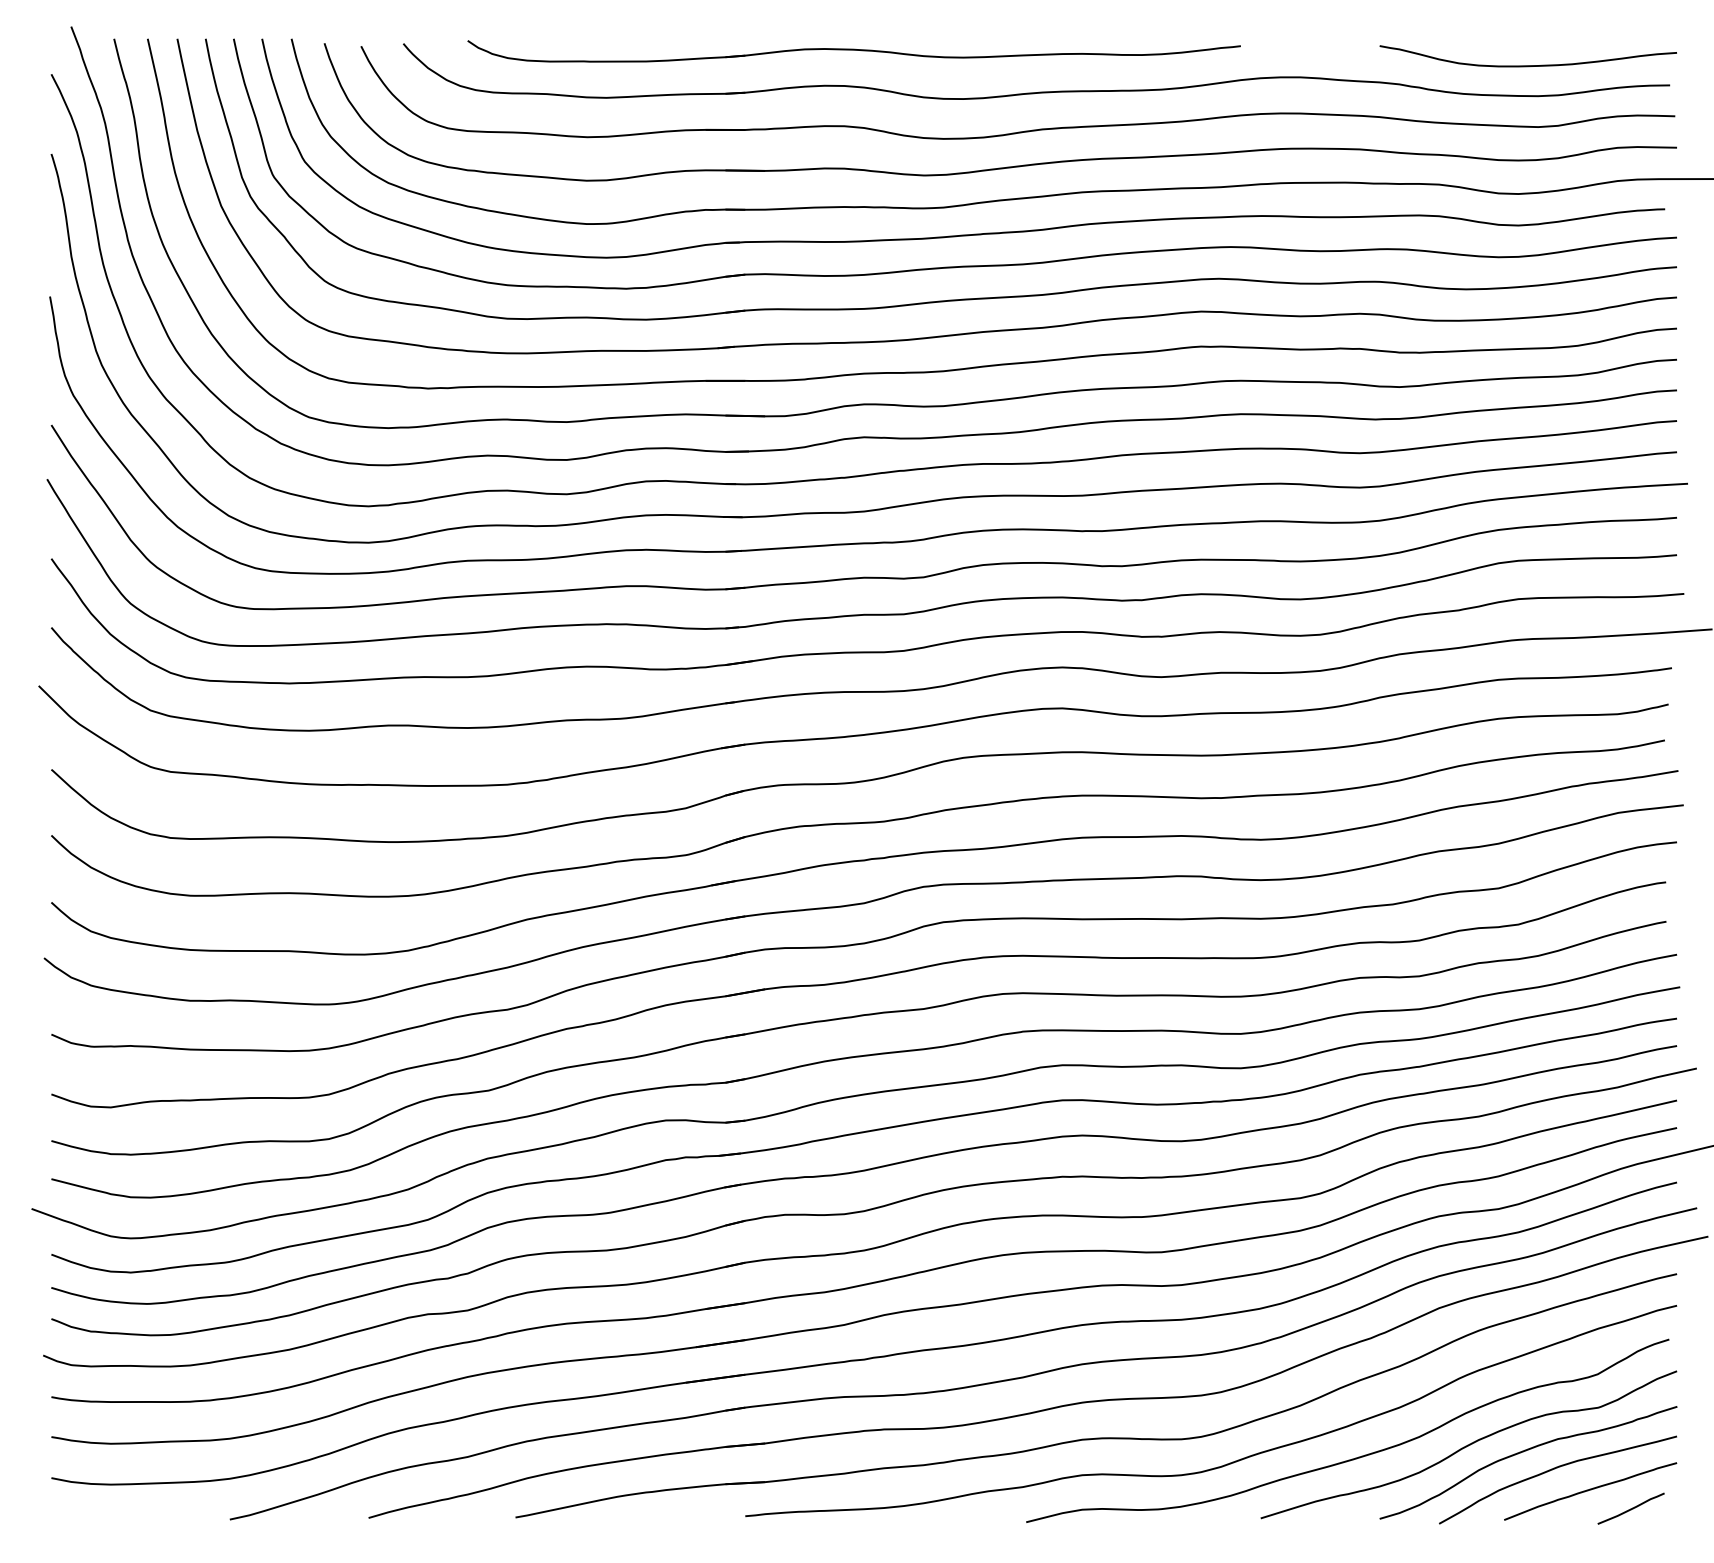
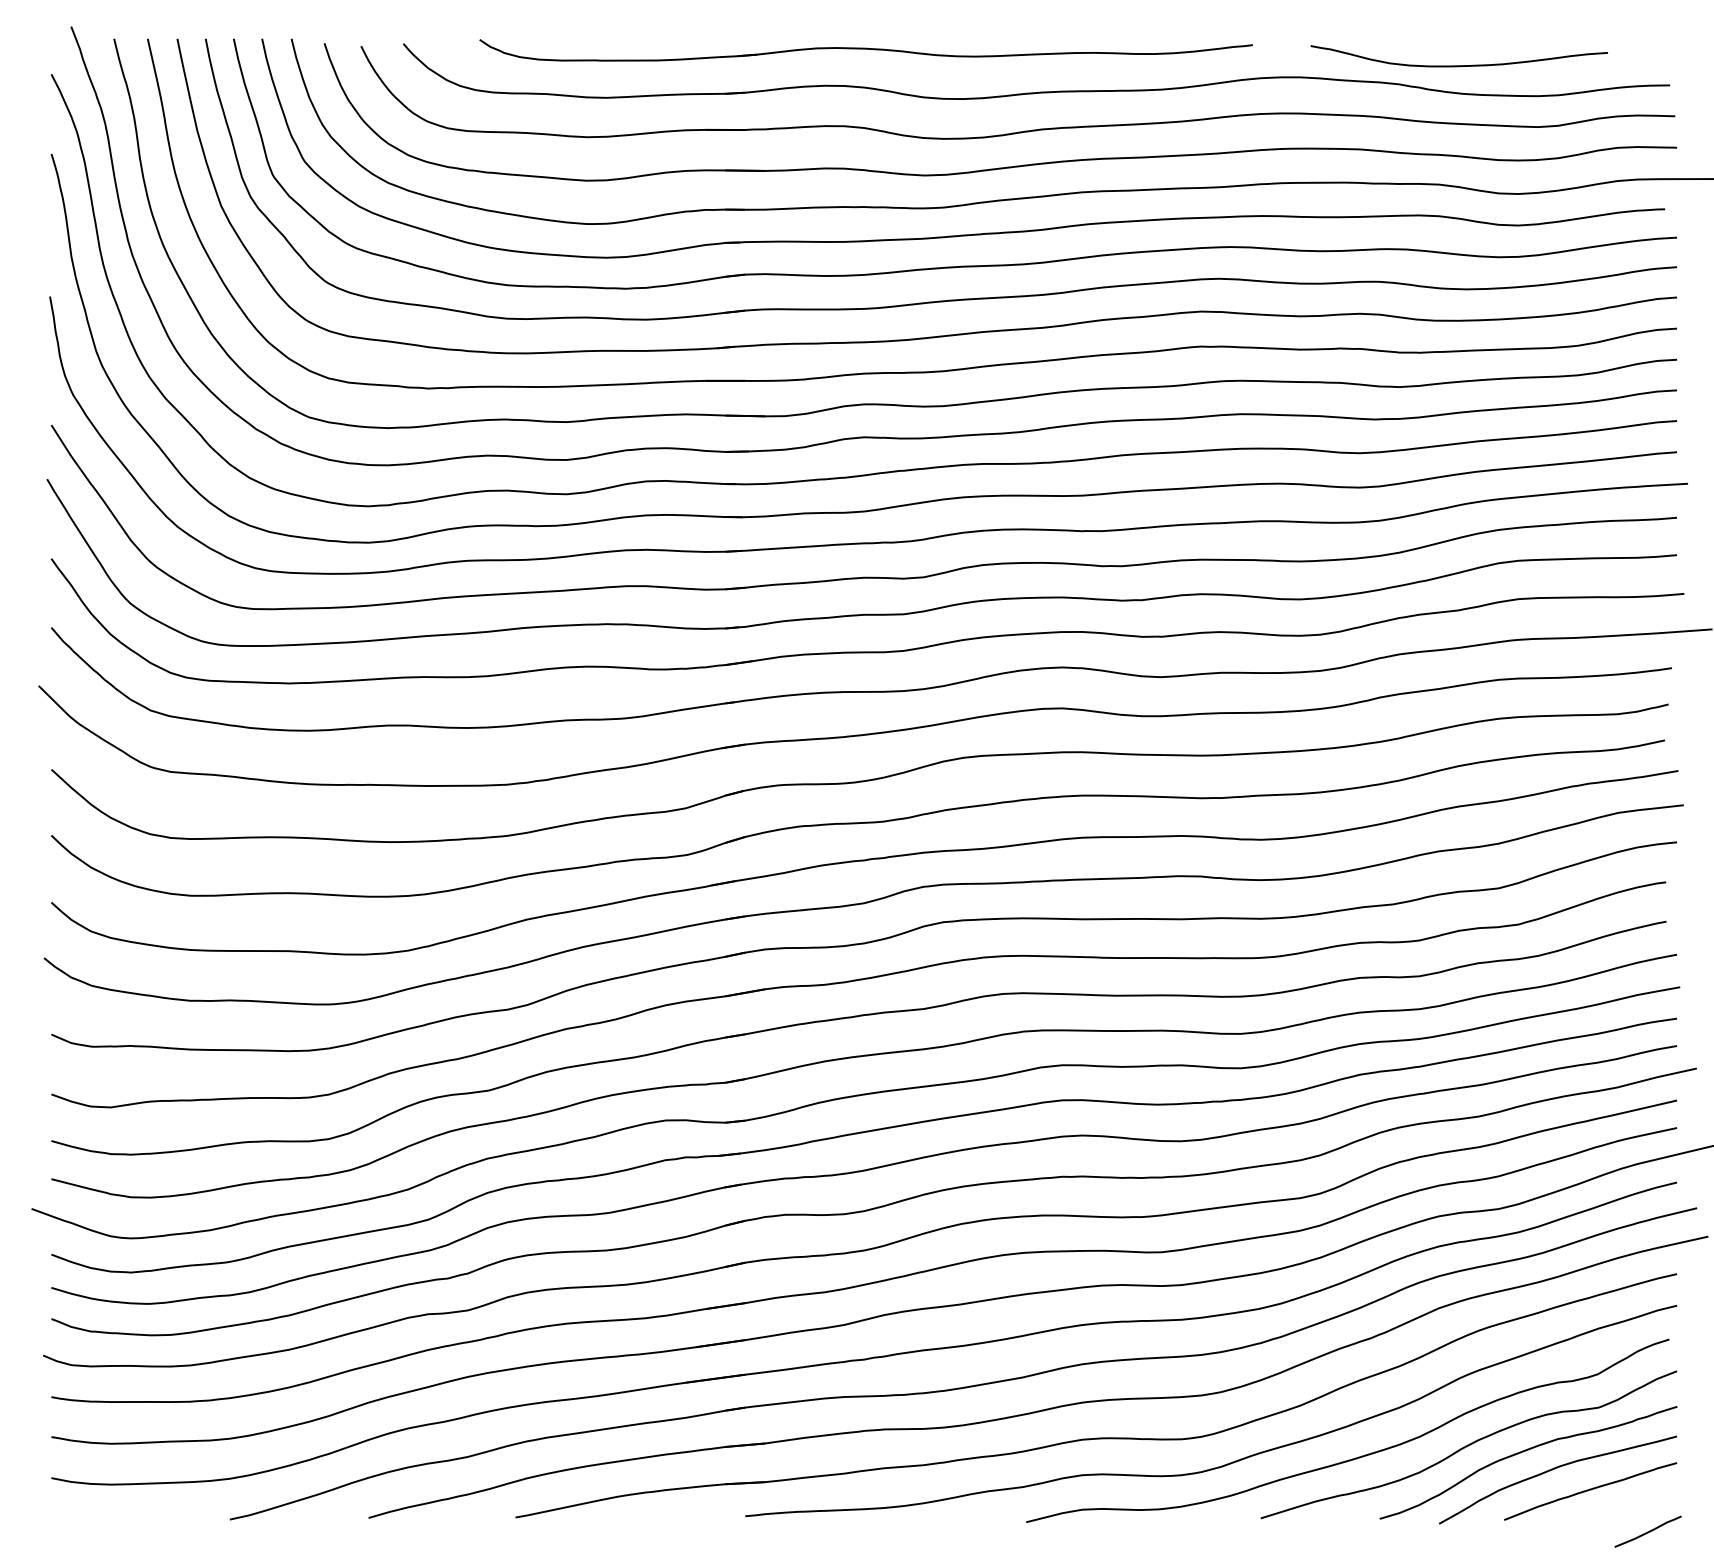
part at (853, 51) position: (853, 51) -> (865, 50)
curve at (1527, 65) position: (1527, 65) -> (1458, 65)
curve at (1630, 1508) position: (1630, 1508) -> (1647, 1531)
